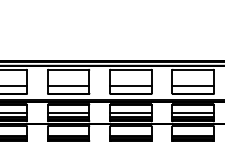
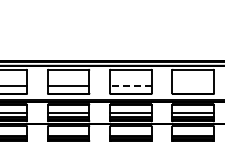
line at (130, 85): solid -> dashed
line at (193, 85): present -> none
